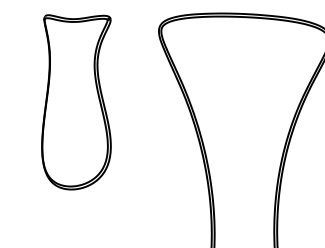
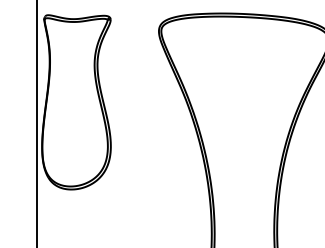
line at (36, 123): none -> present
